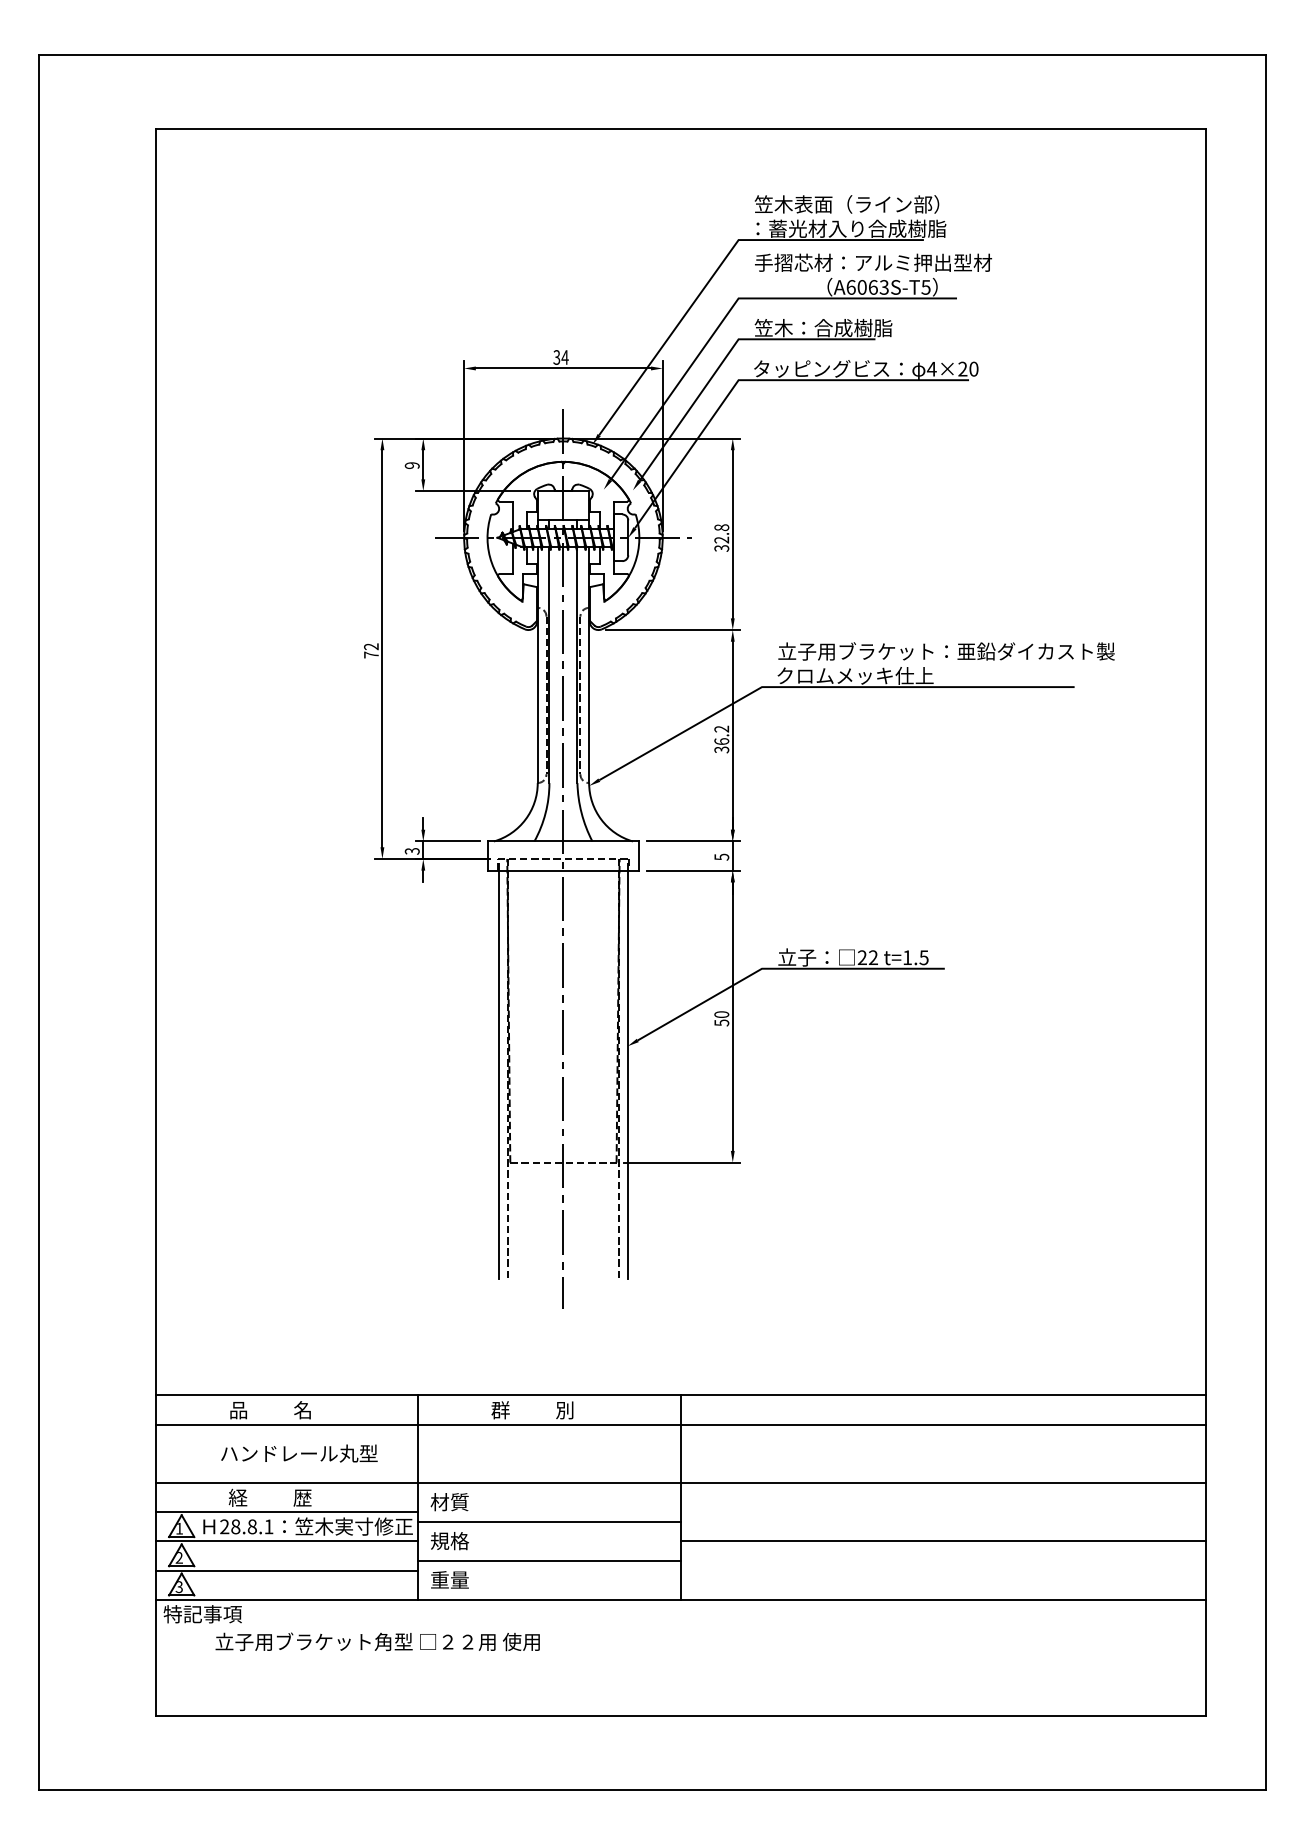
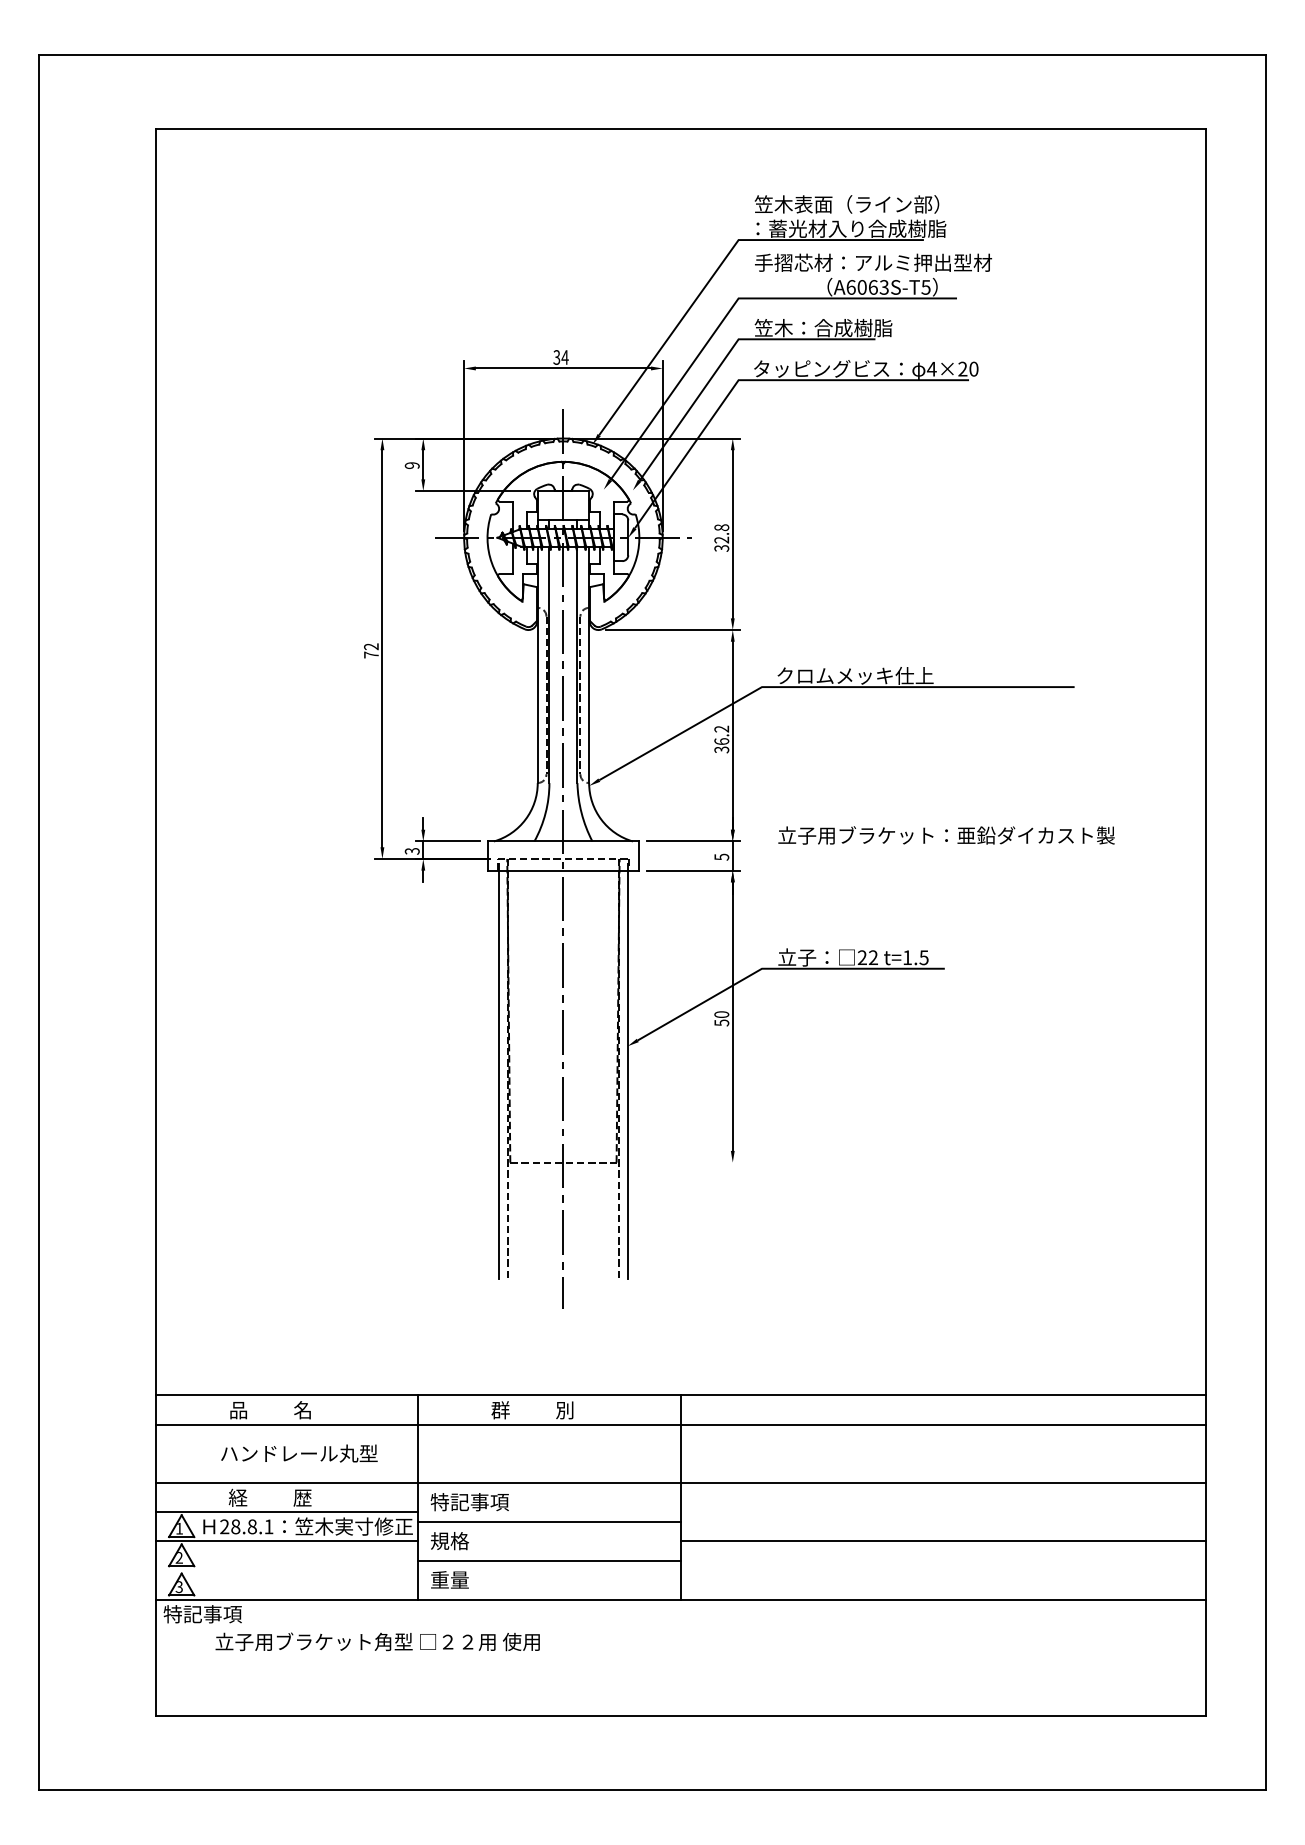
text at (946, 651) position: (946, 651) -> (946, 835)
line at (681, 1162): present -> none
text at (469, 1502): 材質 -> 特記事項
line at (287, 1570): present -> none
